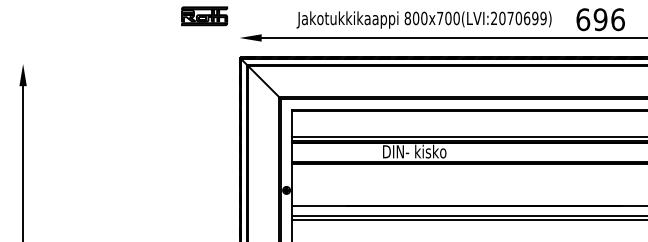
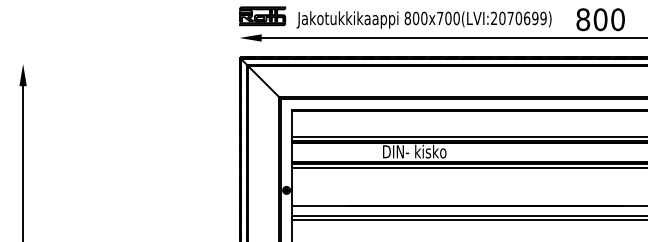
part at (204, 16) position: (204, 16) -> (262, 16)
text at (600, 19): 696 -> 800
line at (467, 168): none -> present
